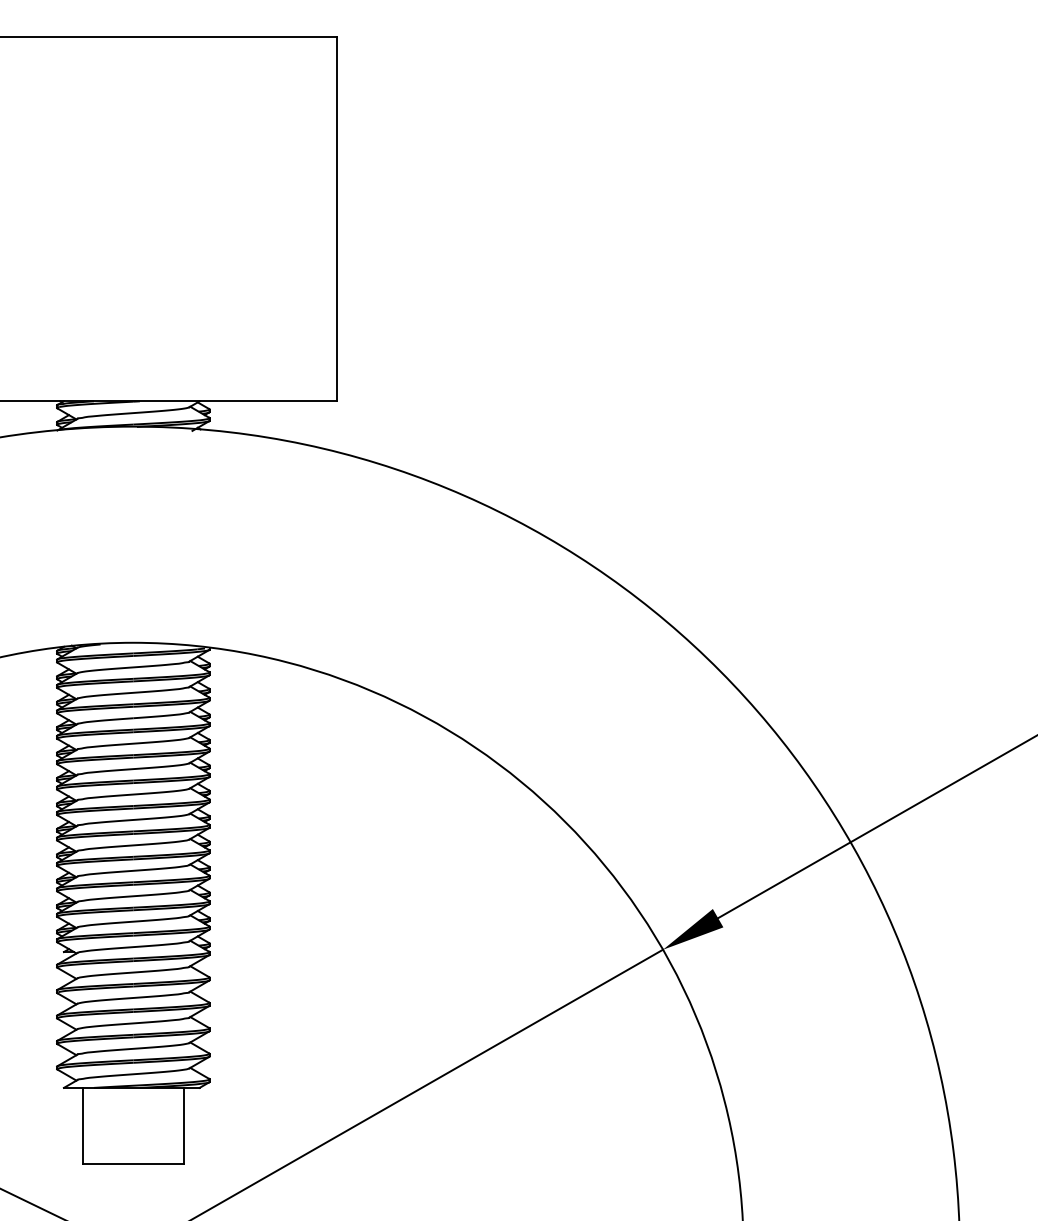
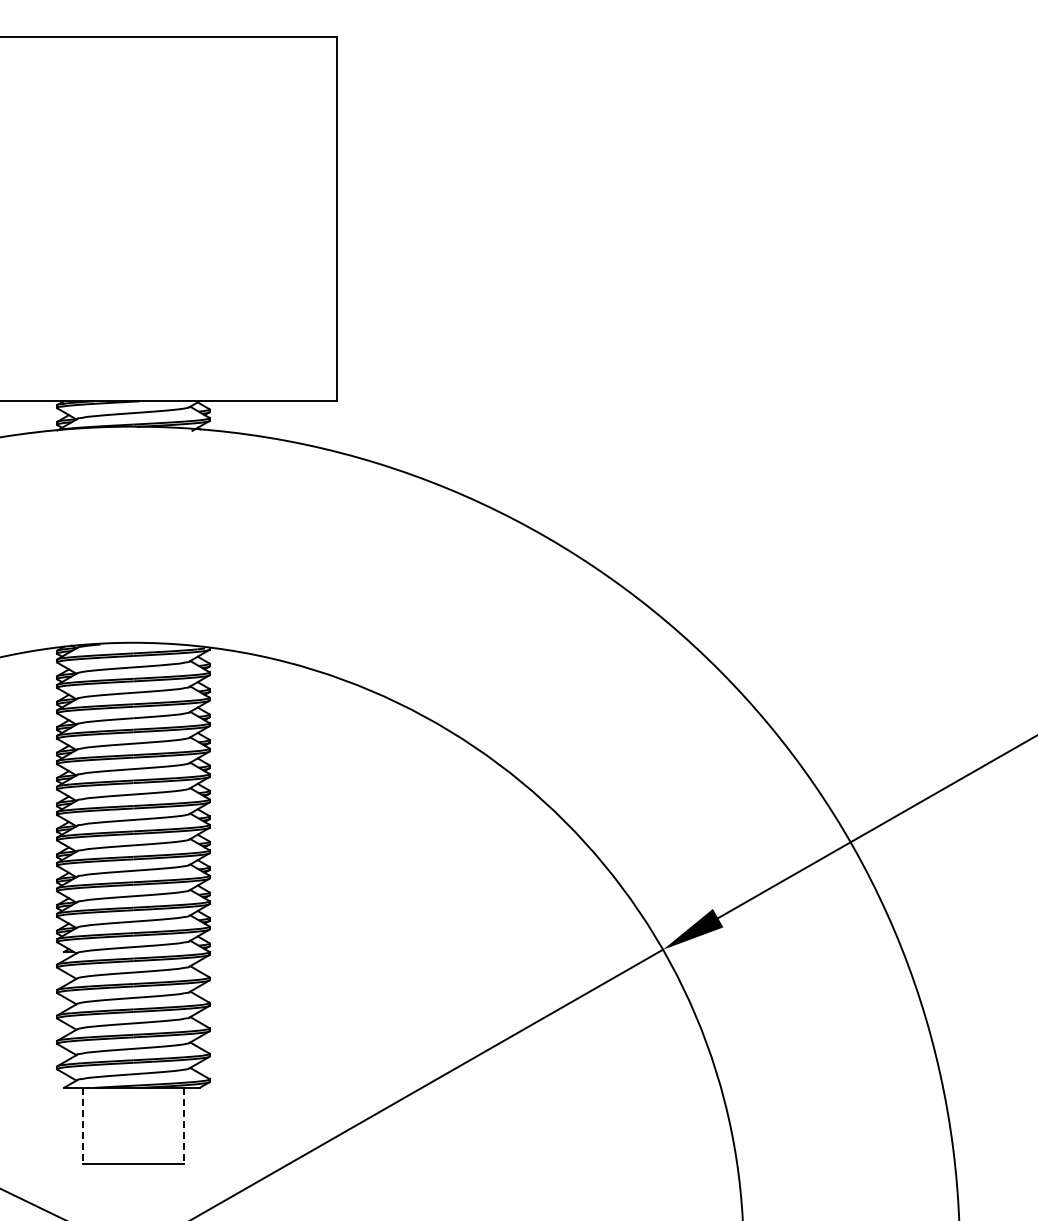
line at (82, 1126): solid -> dashed
line at (184, 1126): solid -> dashed
